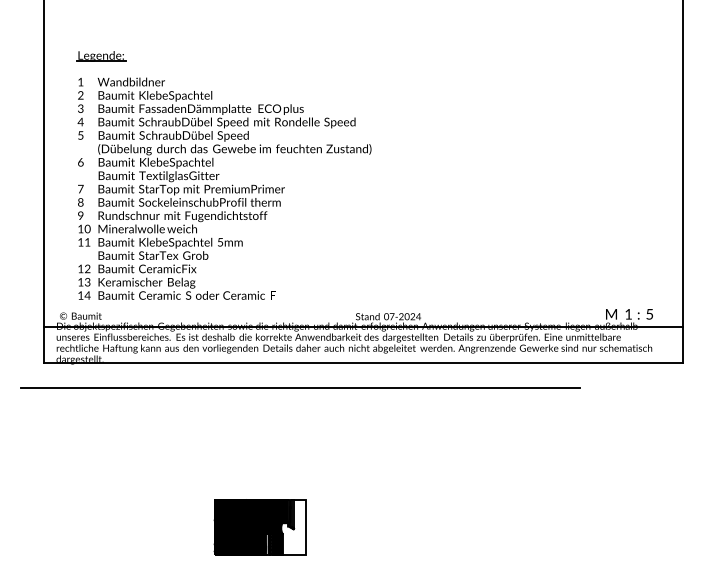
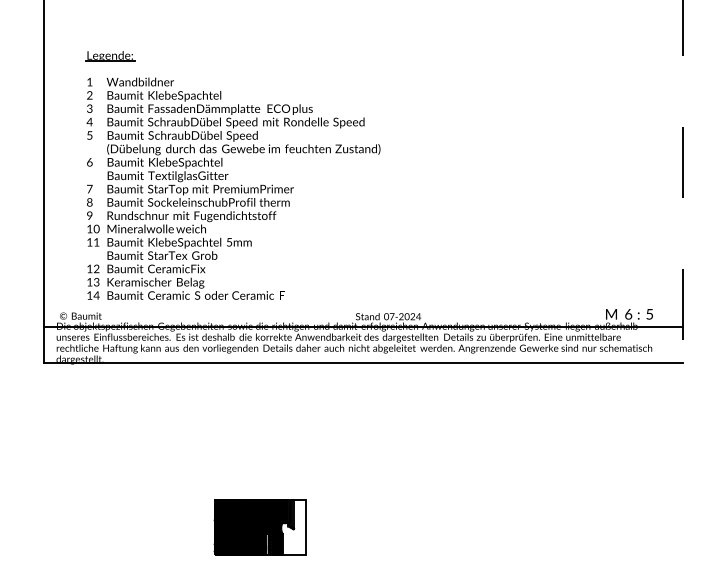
part at (223, 175) position: (223, 175) -> (232, 175)
line at (682, 182): solid -> dashed
text at (628, 314): 1 -> 6
line at (300, 388): present -> none
